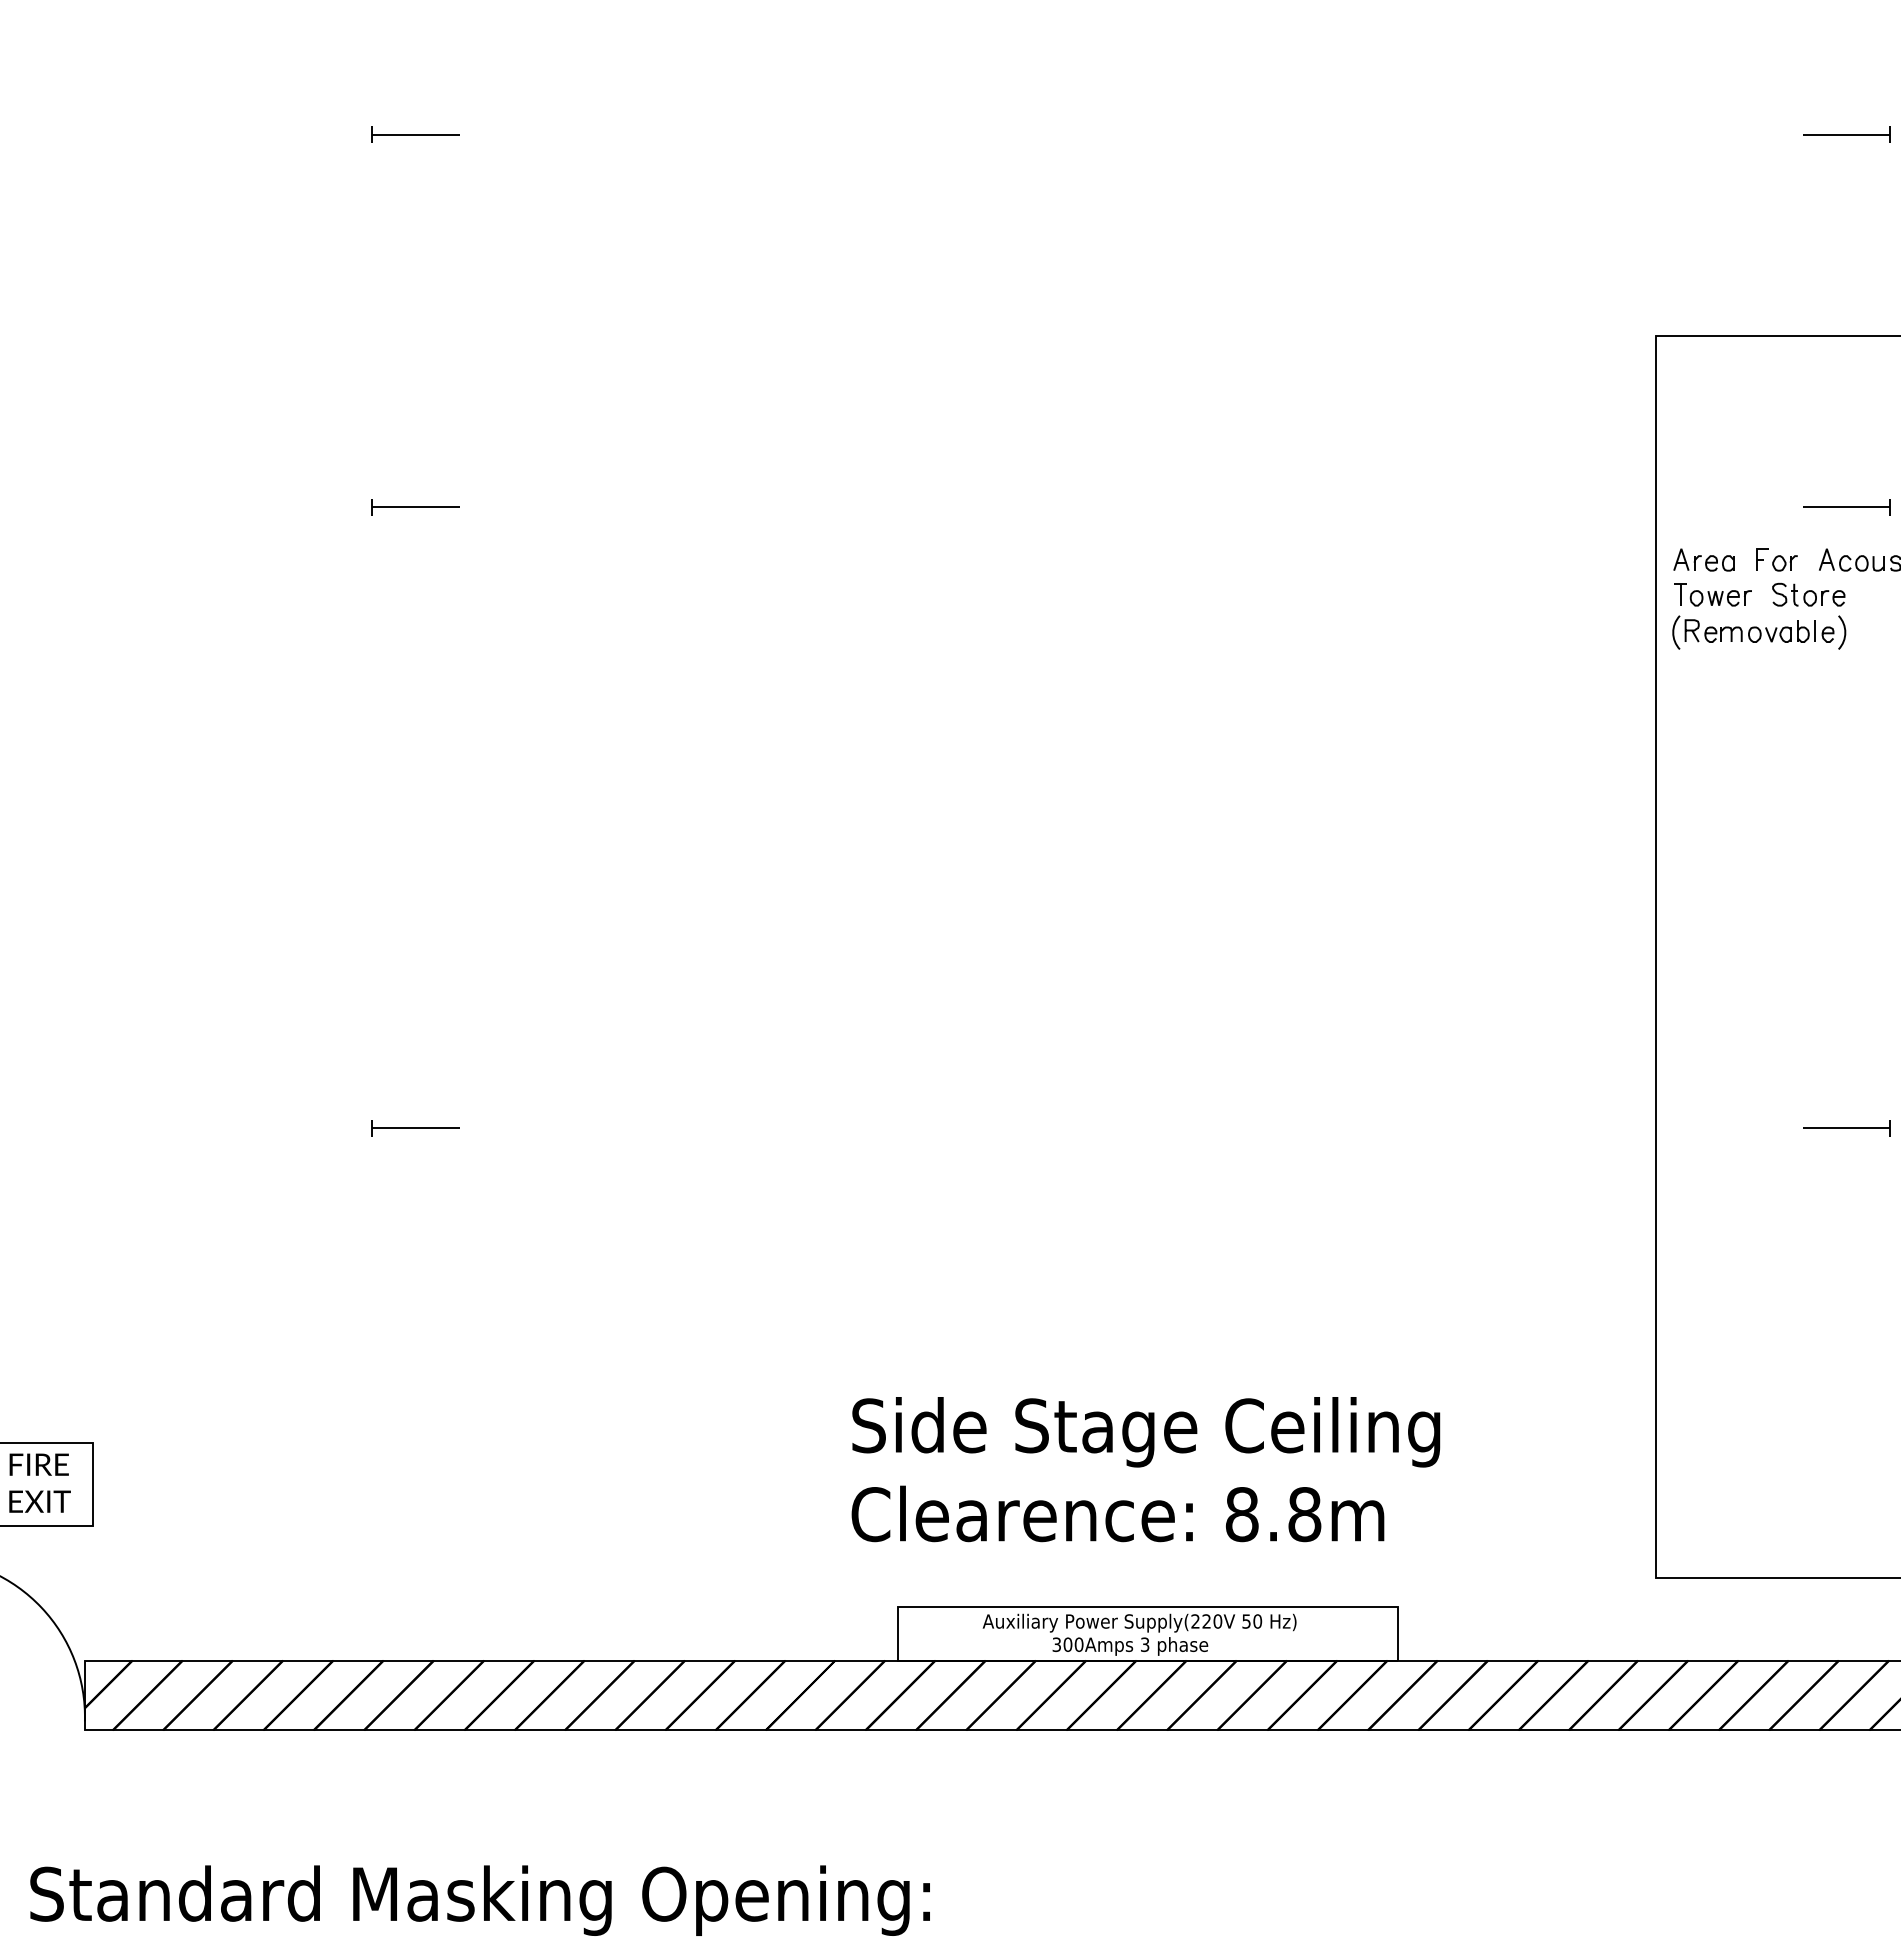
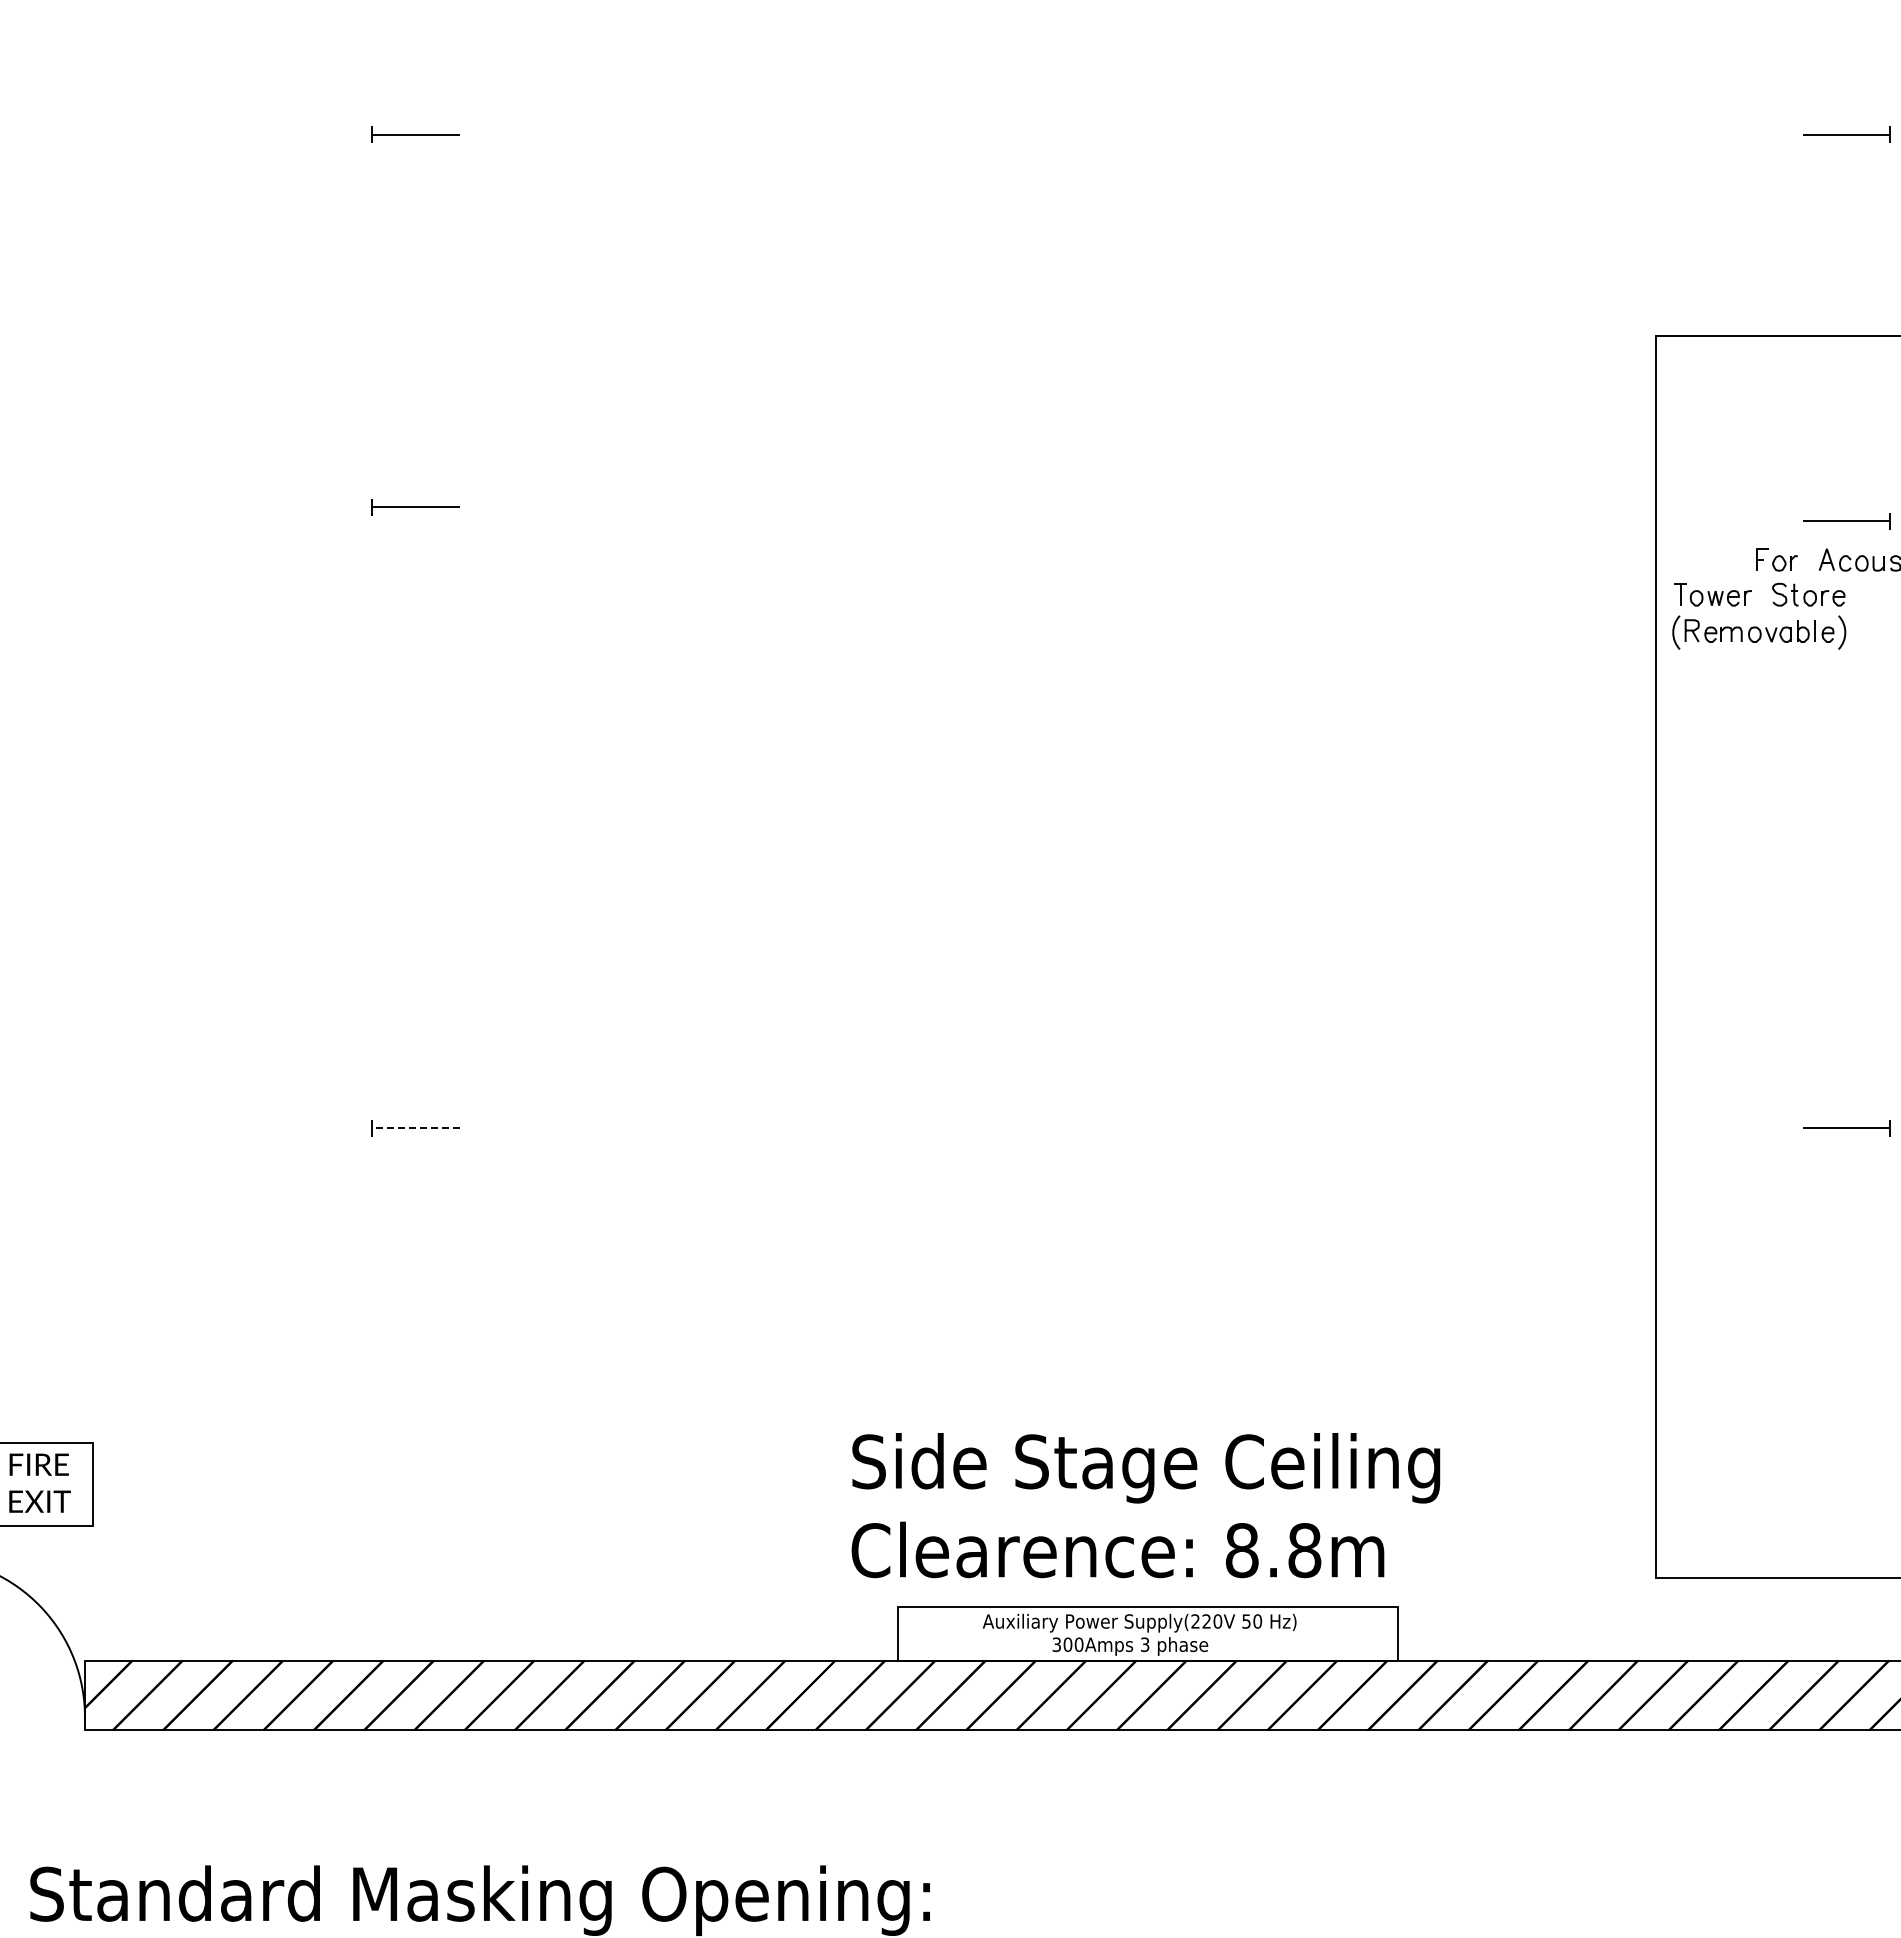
part at (1846, 507) position: (1846, 507) -> (1846, 521)
part at (1703, 559): present -> none
line at (416, 1128): solid -> dashed
text at (1145, 1469) position: (1145, 1469) -> (1145, 1505)
